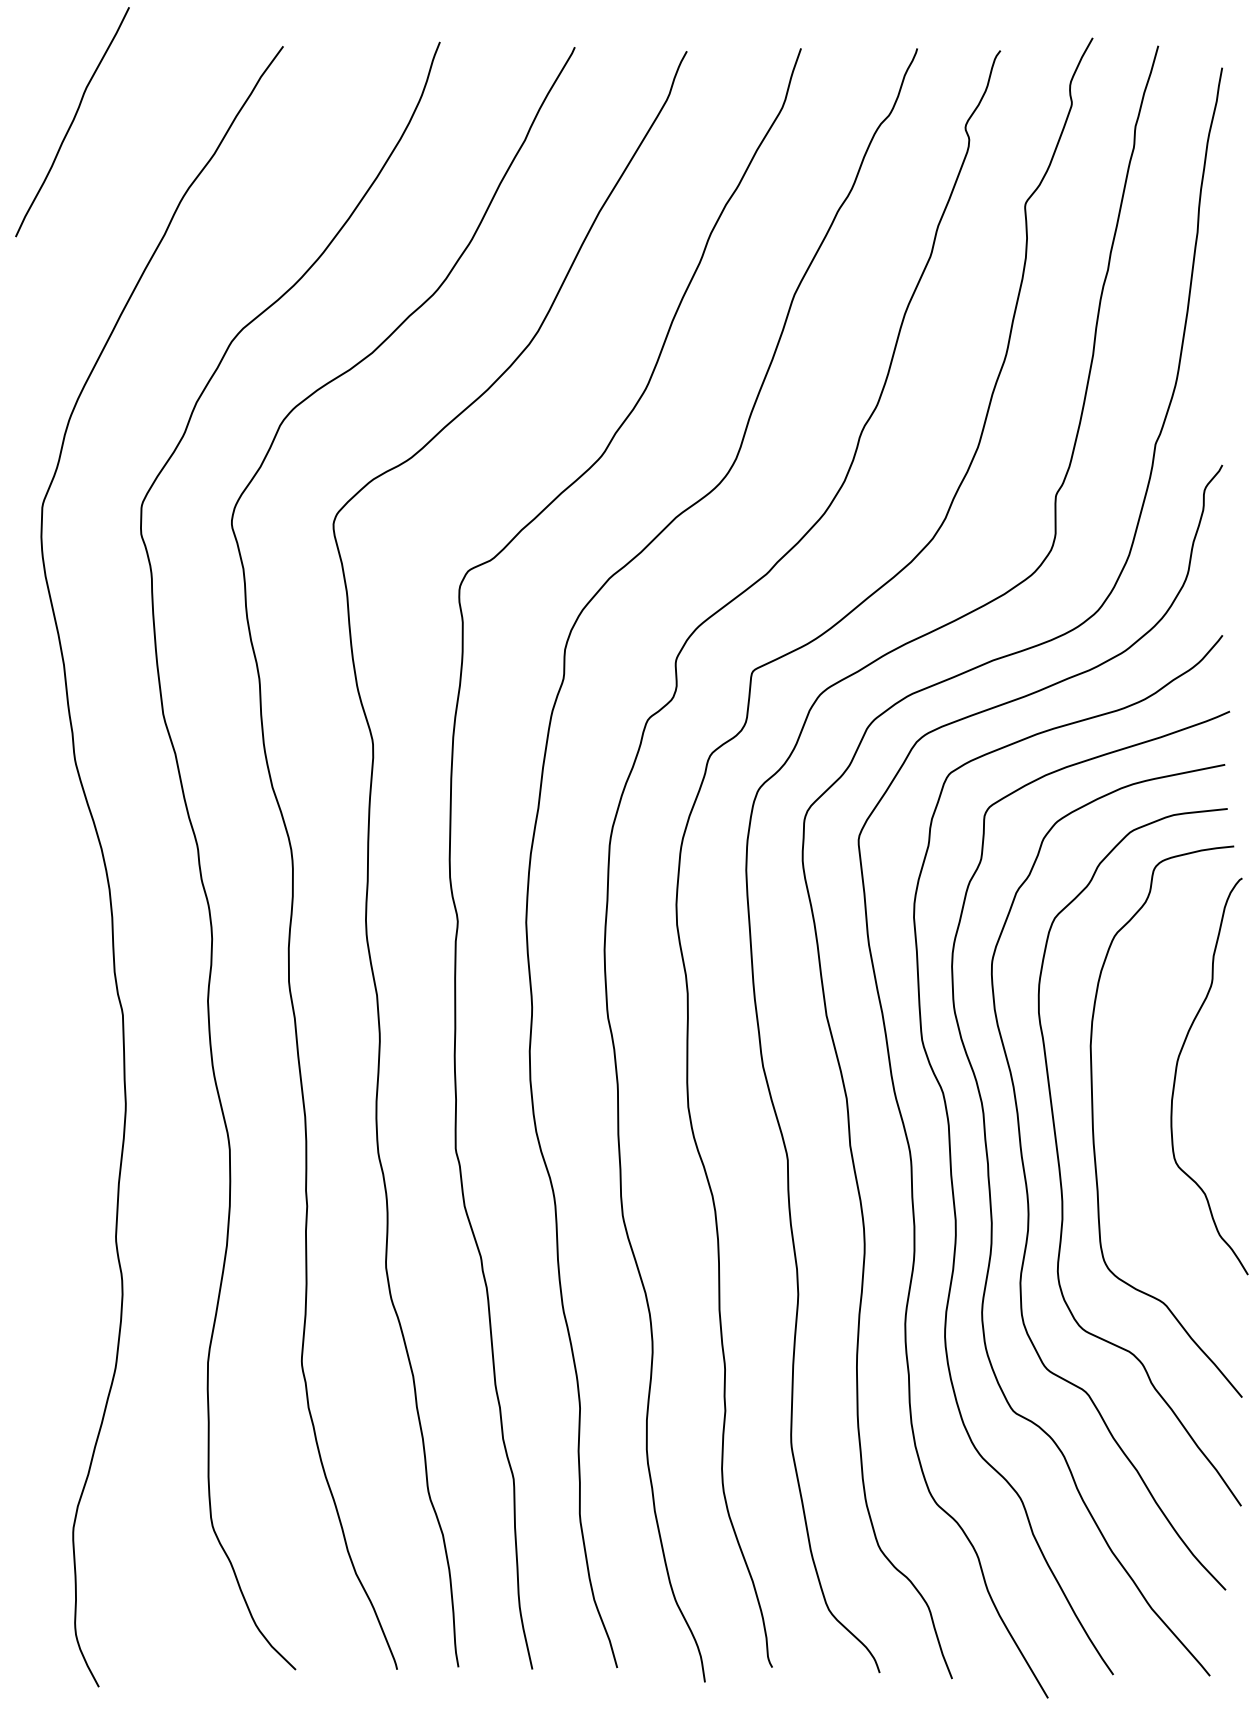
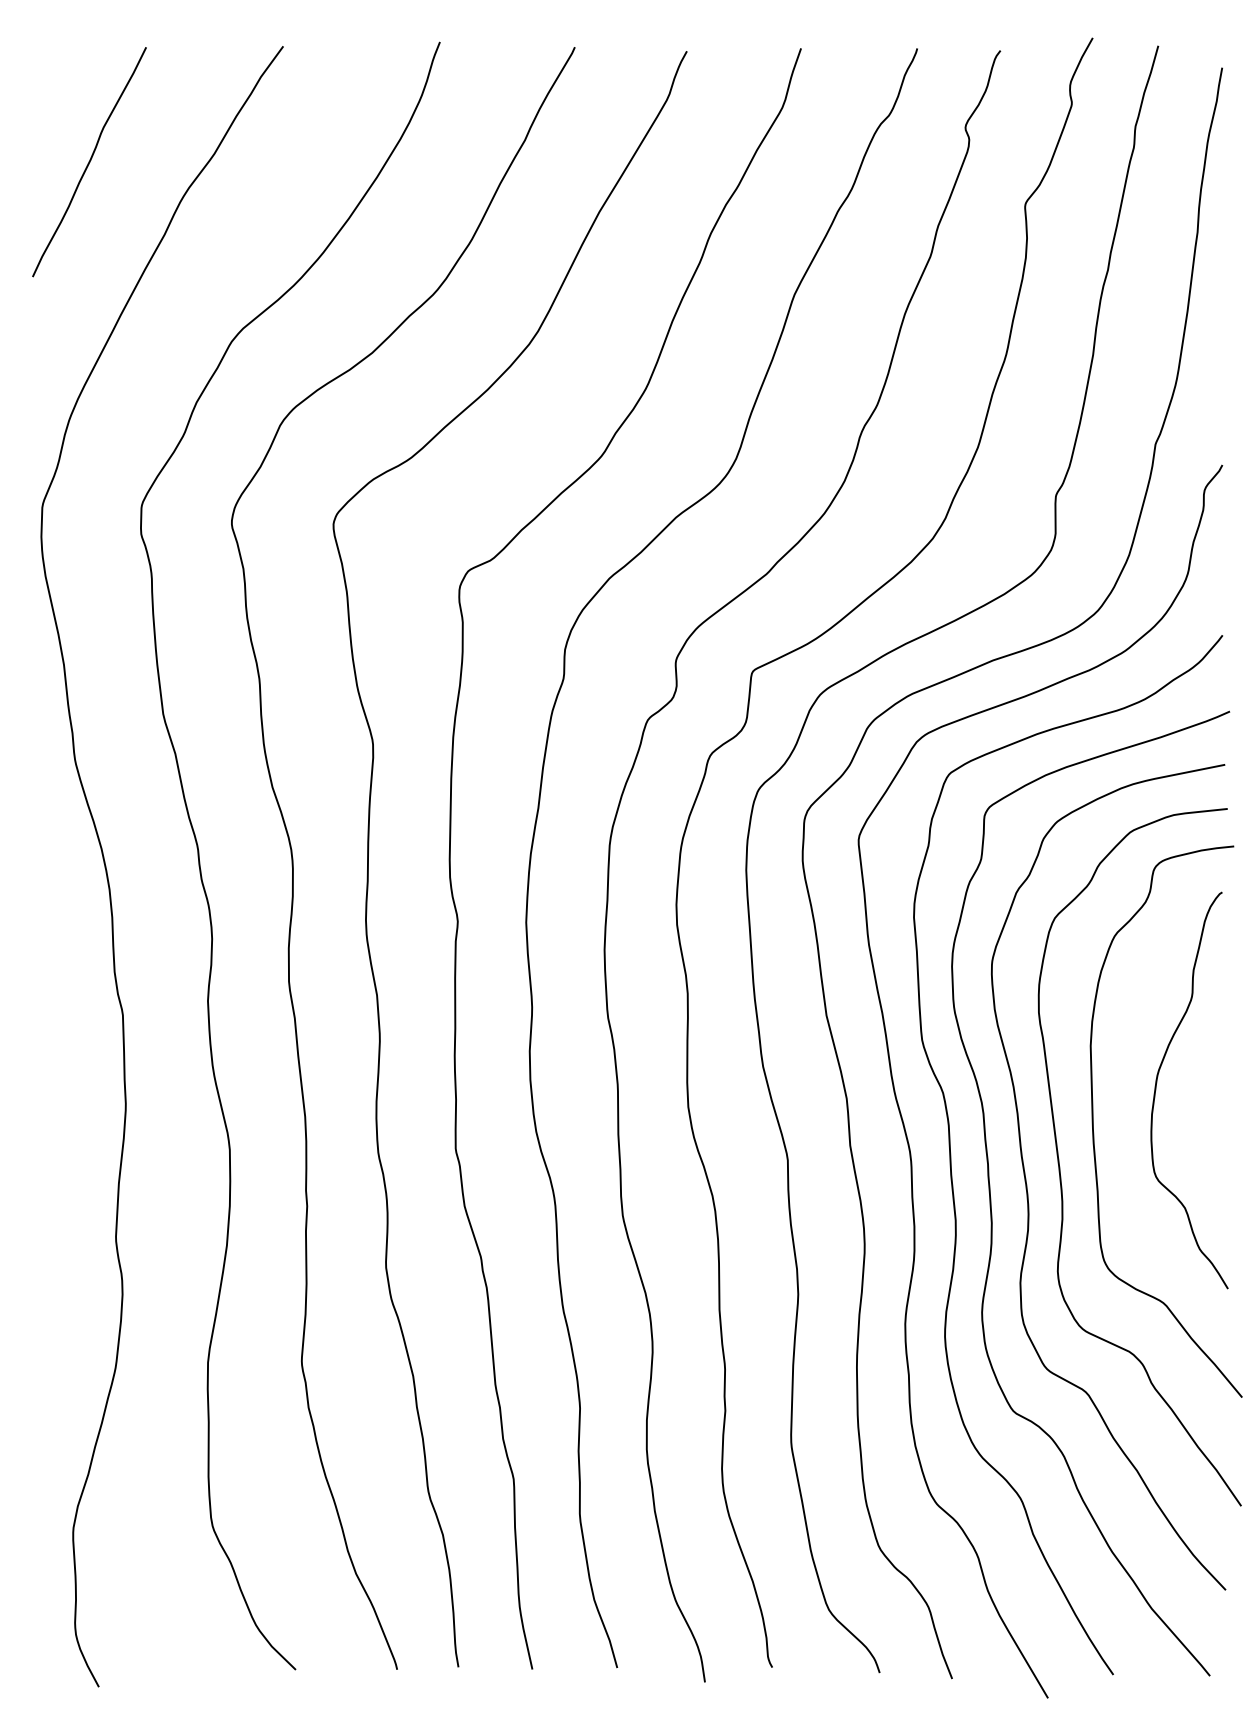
curve at (72, 122) position: (72, 122) -> (89, 162)
curve at (1177, 1068) position: (1177, 1068) -> (1157, 1082)
